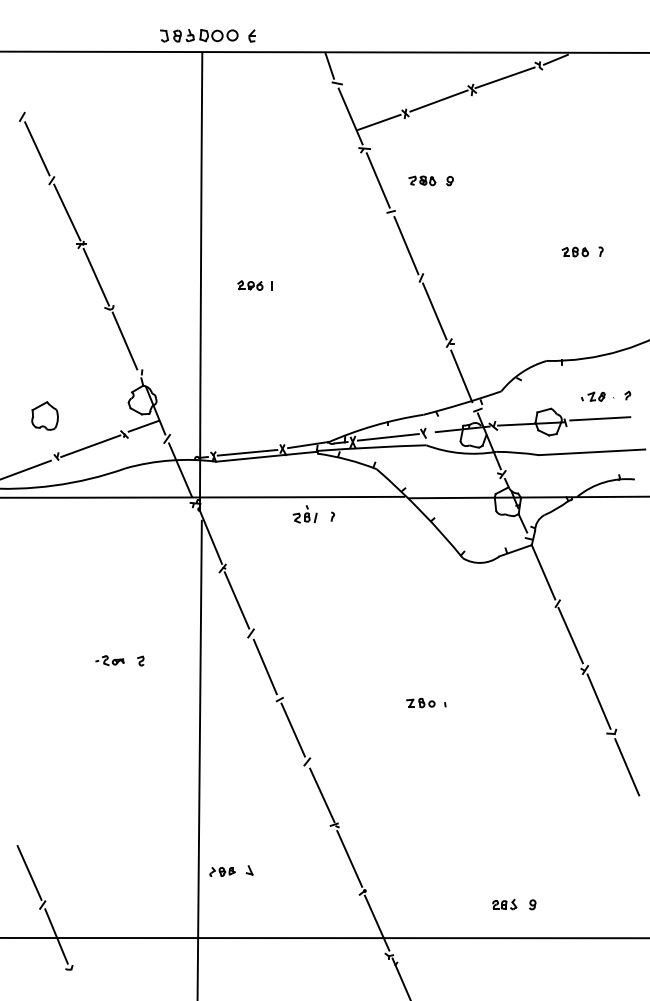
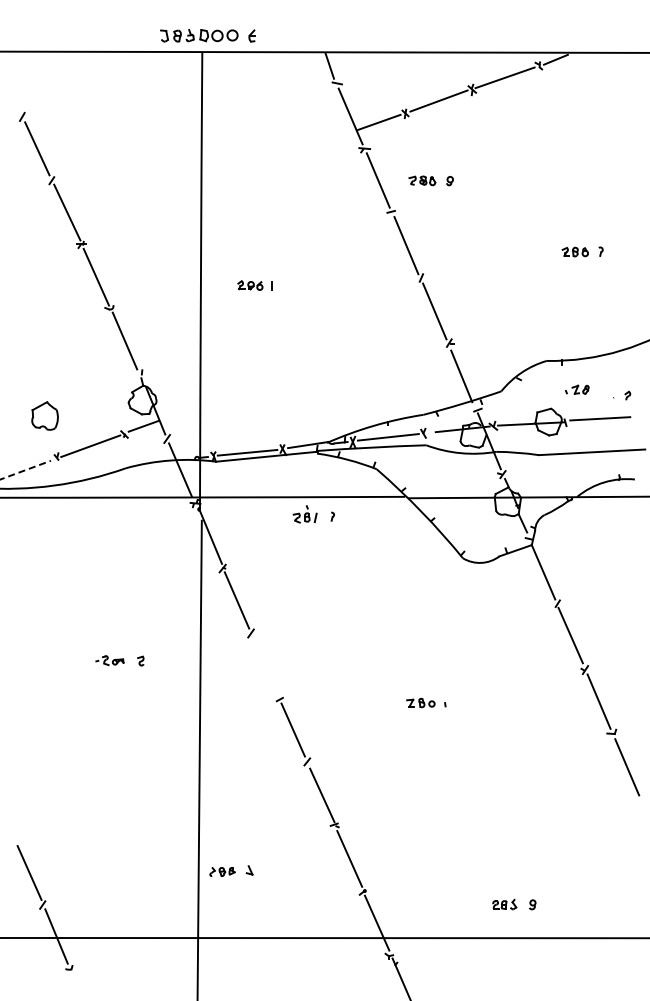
part at (593, 396) position: (593, 396) -> (577, 389)
line at (25, 470): solid -> dashed
line at (264, 666): present -> none
